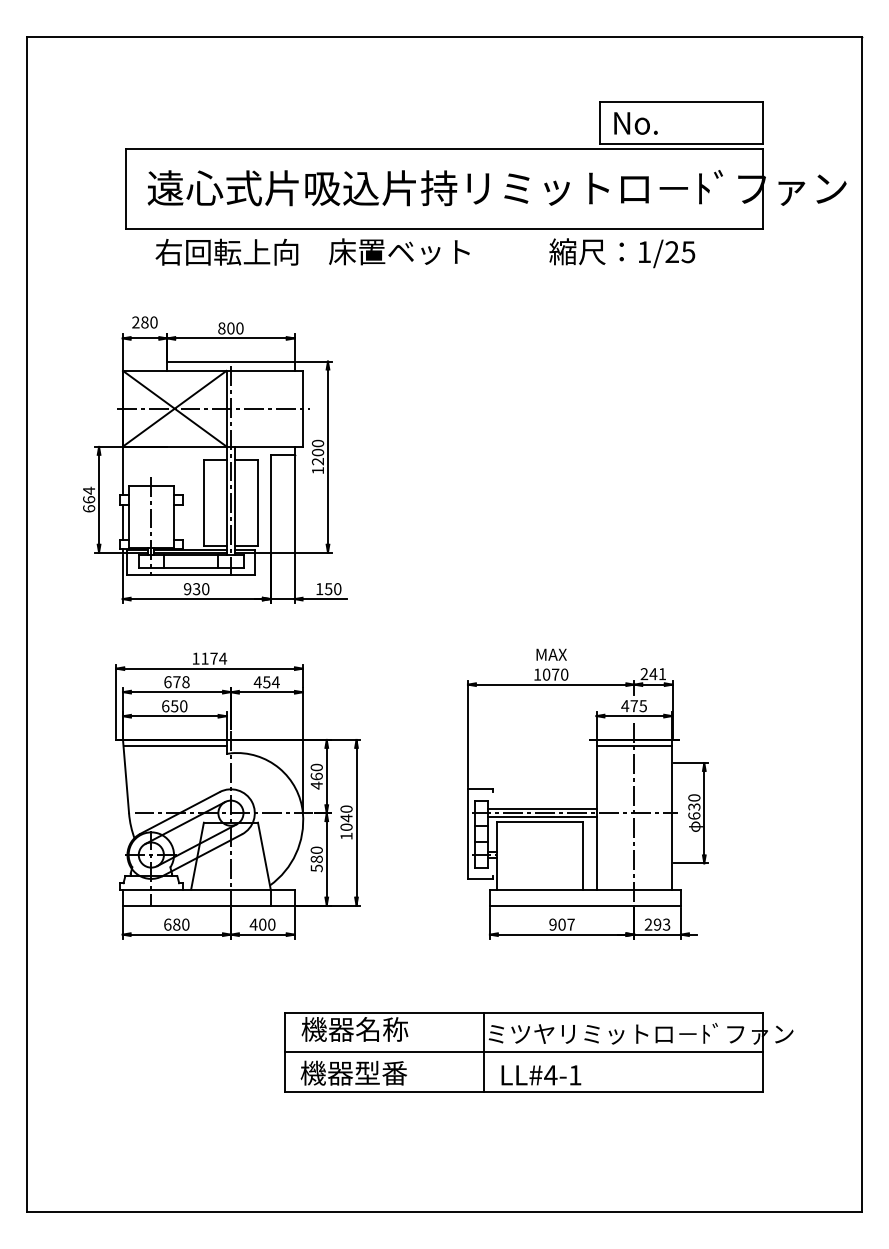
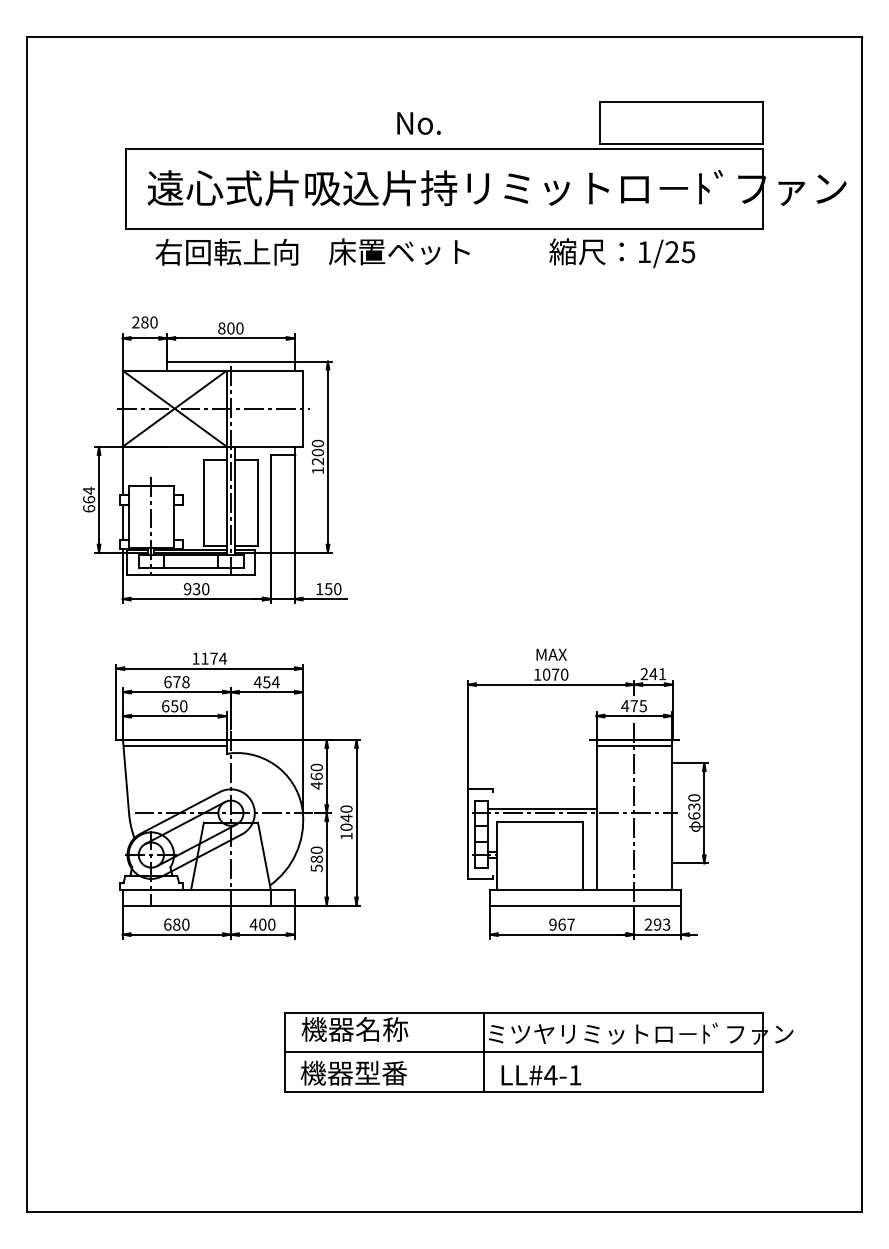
text at (635, 123) position: (635, 123) -> (418, 123)
line at (541, 817): present -> none
text at (561, 924): 907 -> 967
